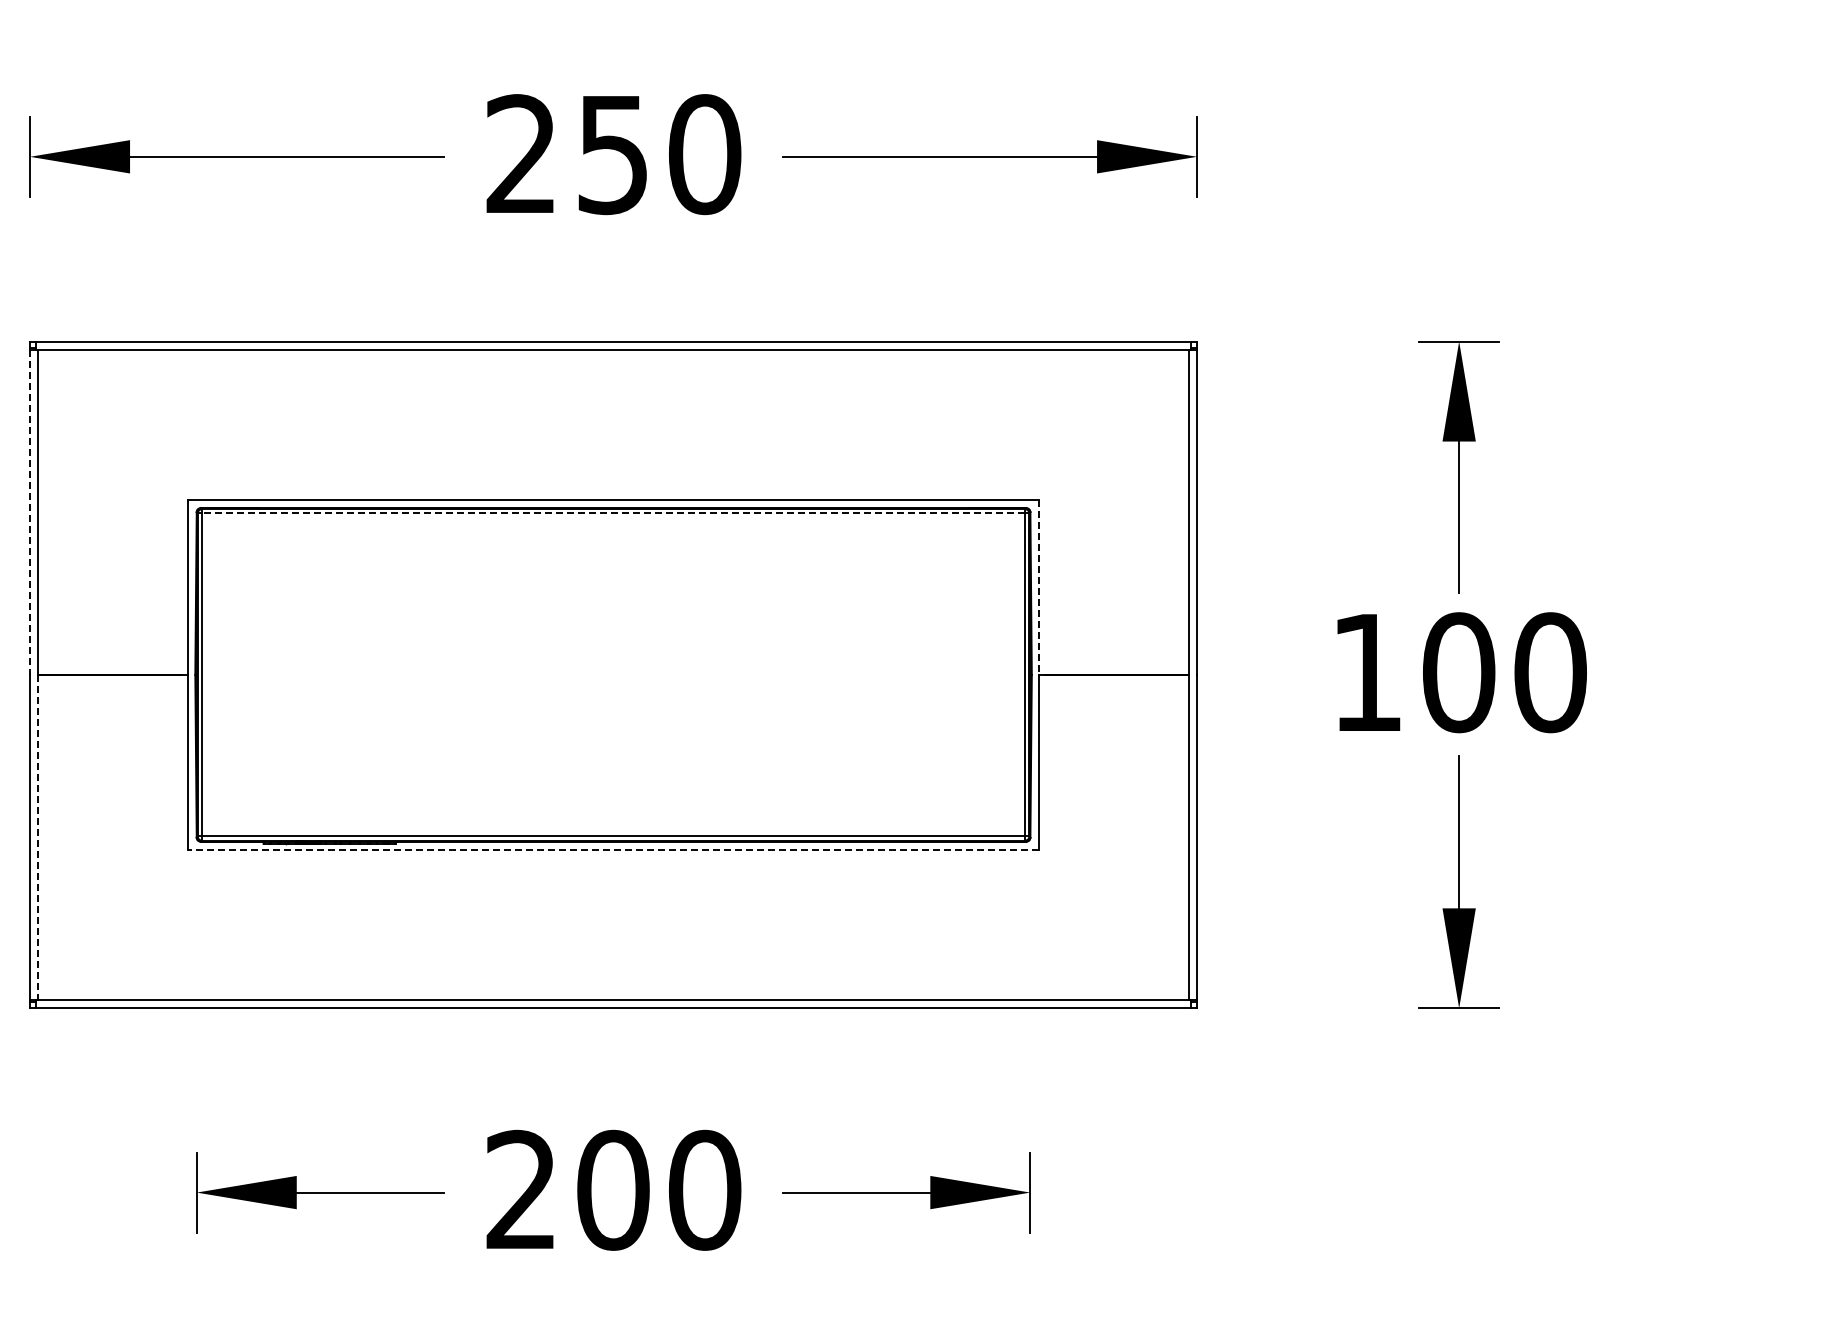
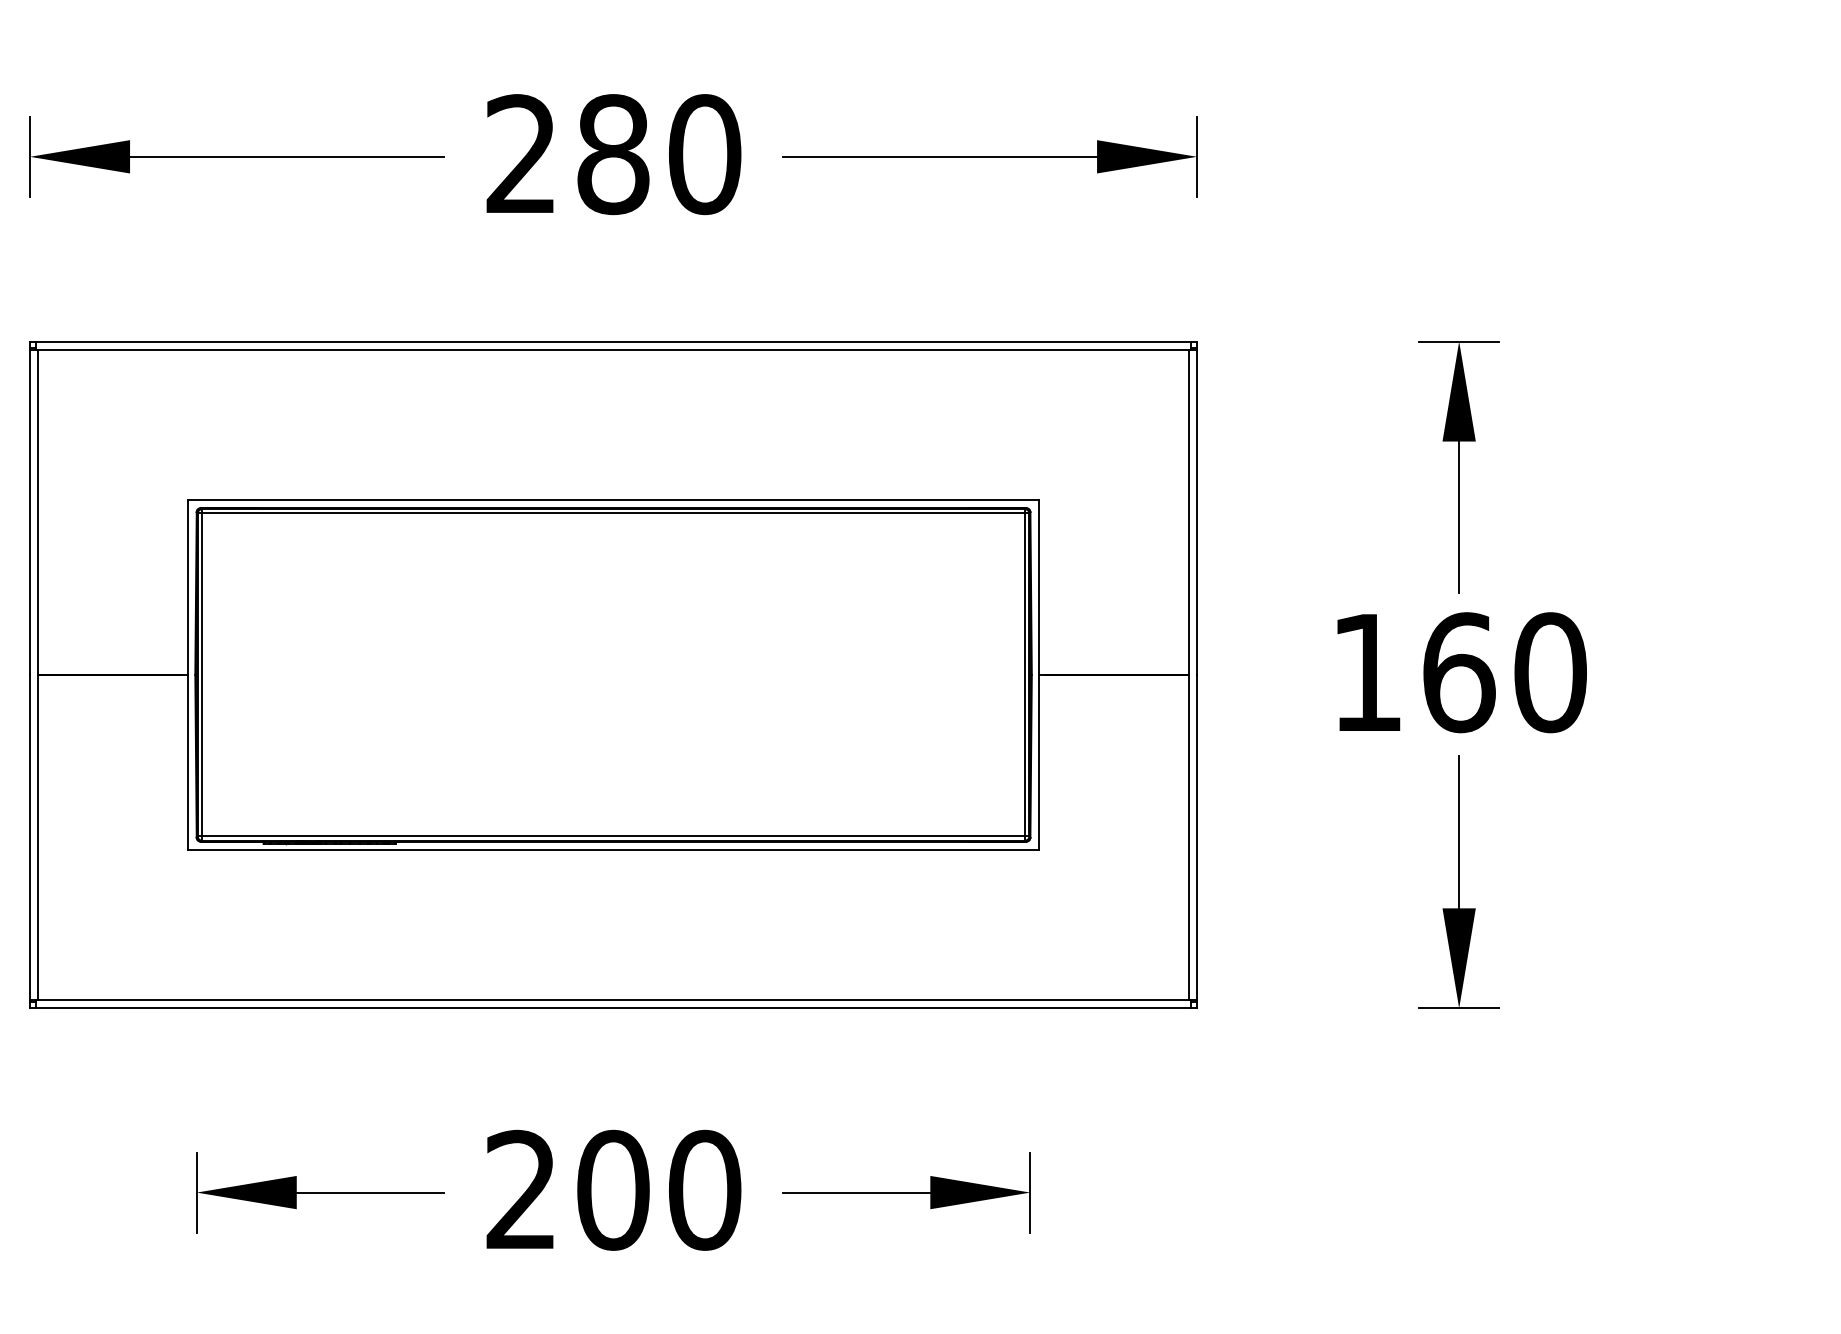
text at (613, 154): 250 -> 280
line at (30, 512): dashed -> solid
line at (613, 513): dashed -> solid
line at (1038, 587): dashed -> solid
text at (1459, 672): 100 -> 160
line at (38, 837): dashed -> solid
line at (613, 850): dashed -> solid
